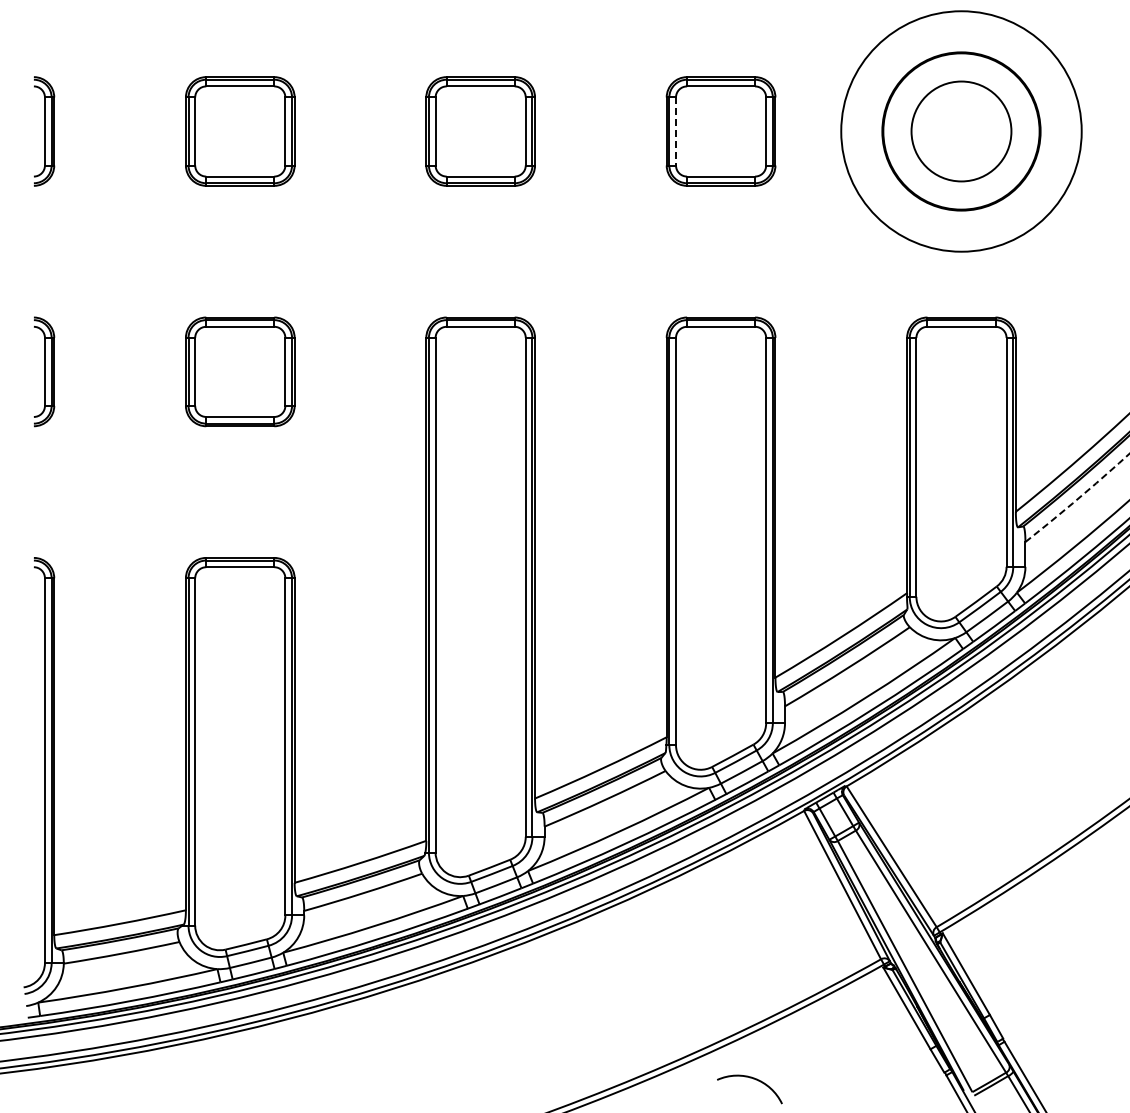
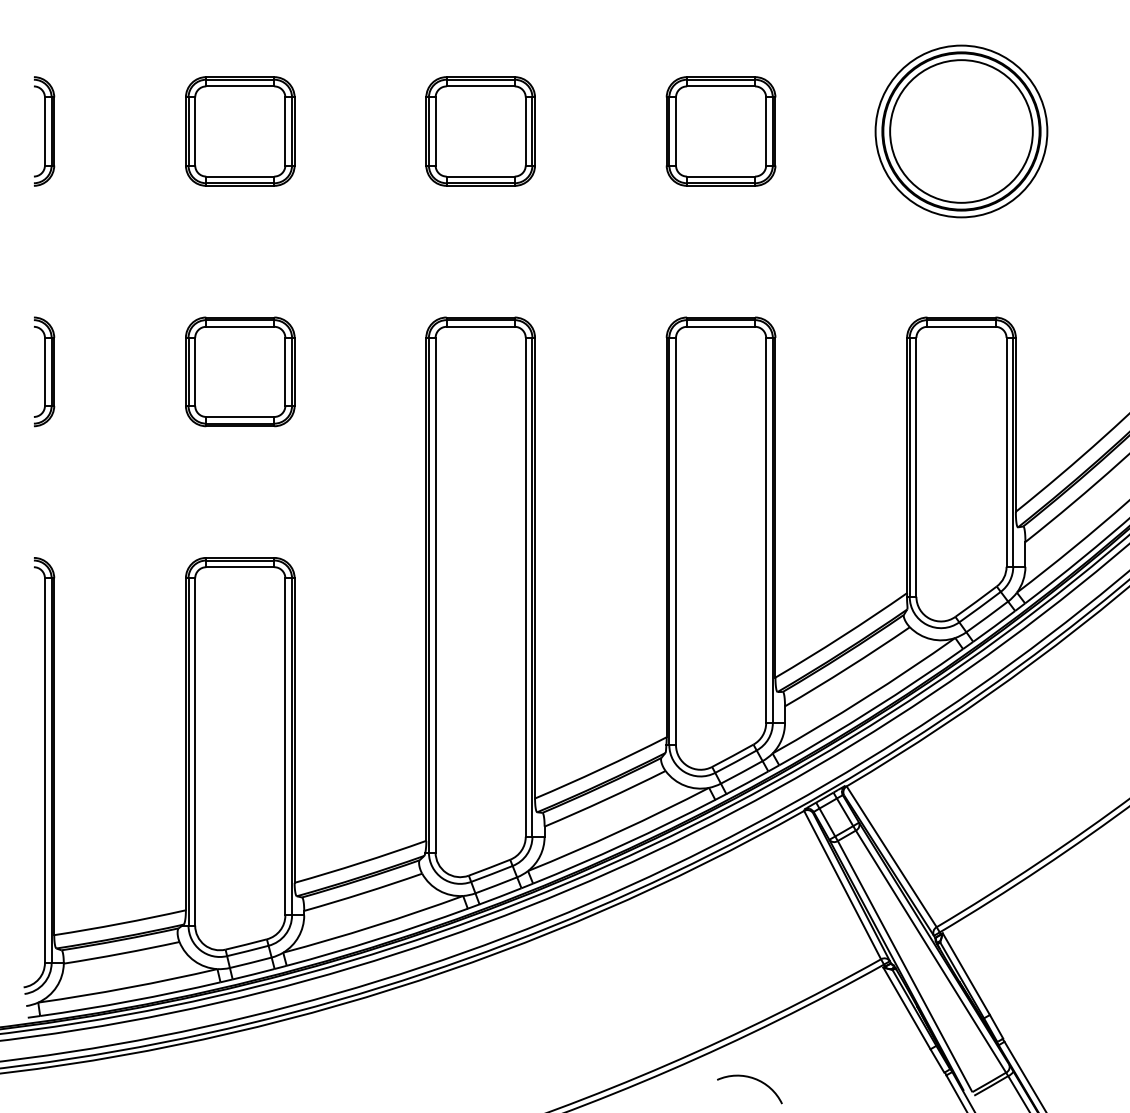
line at (676, 131): dashed -> solid
circle at (961, 131) diameter: 100 px -> 143 px
circle at (961, 131) diameter: 240 px -> 172 px
arc at (1078, 498): dashed -> solid
